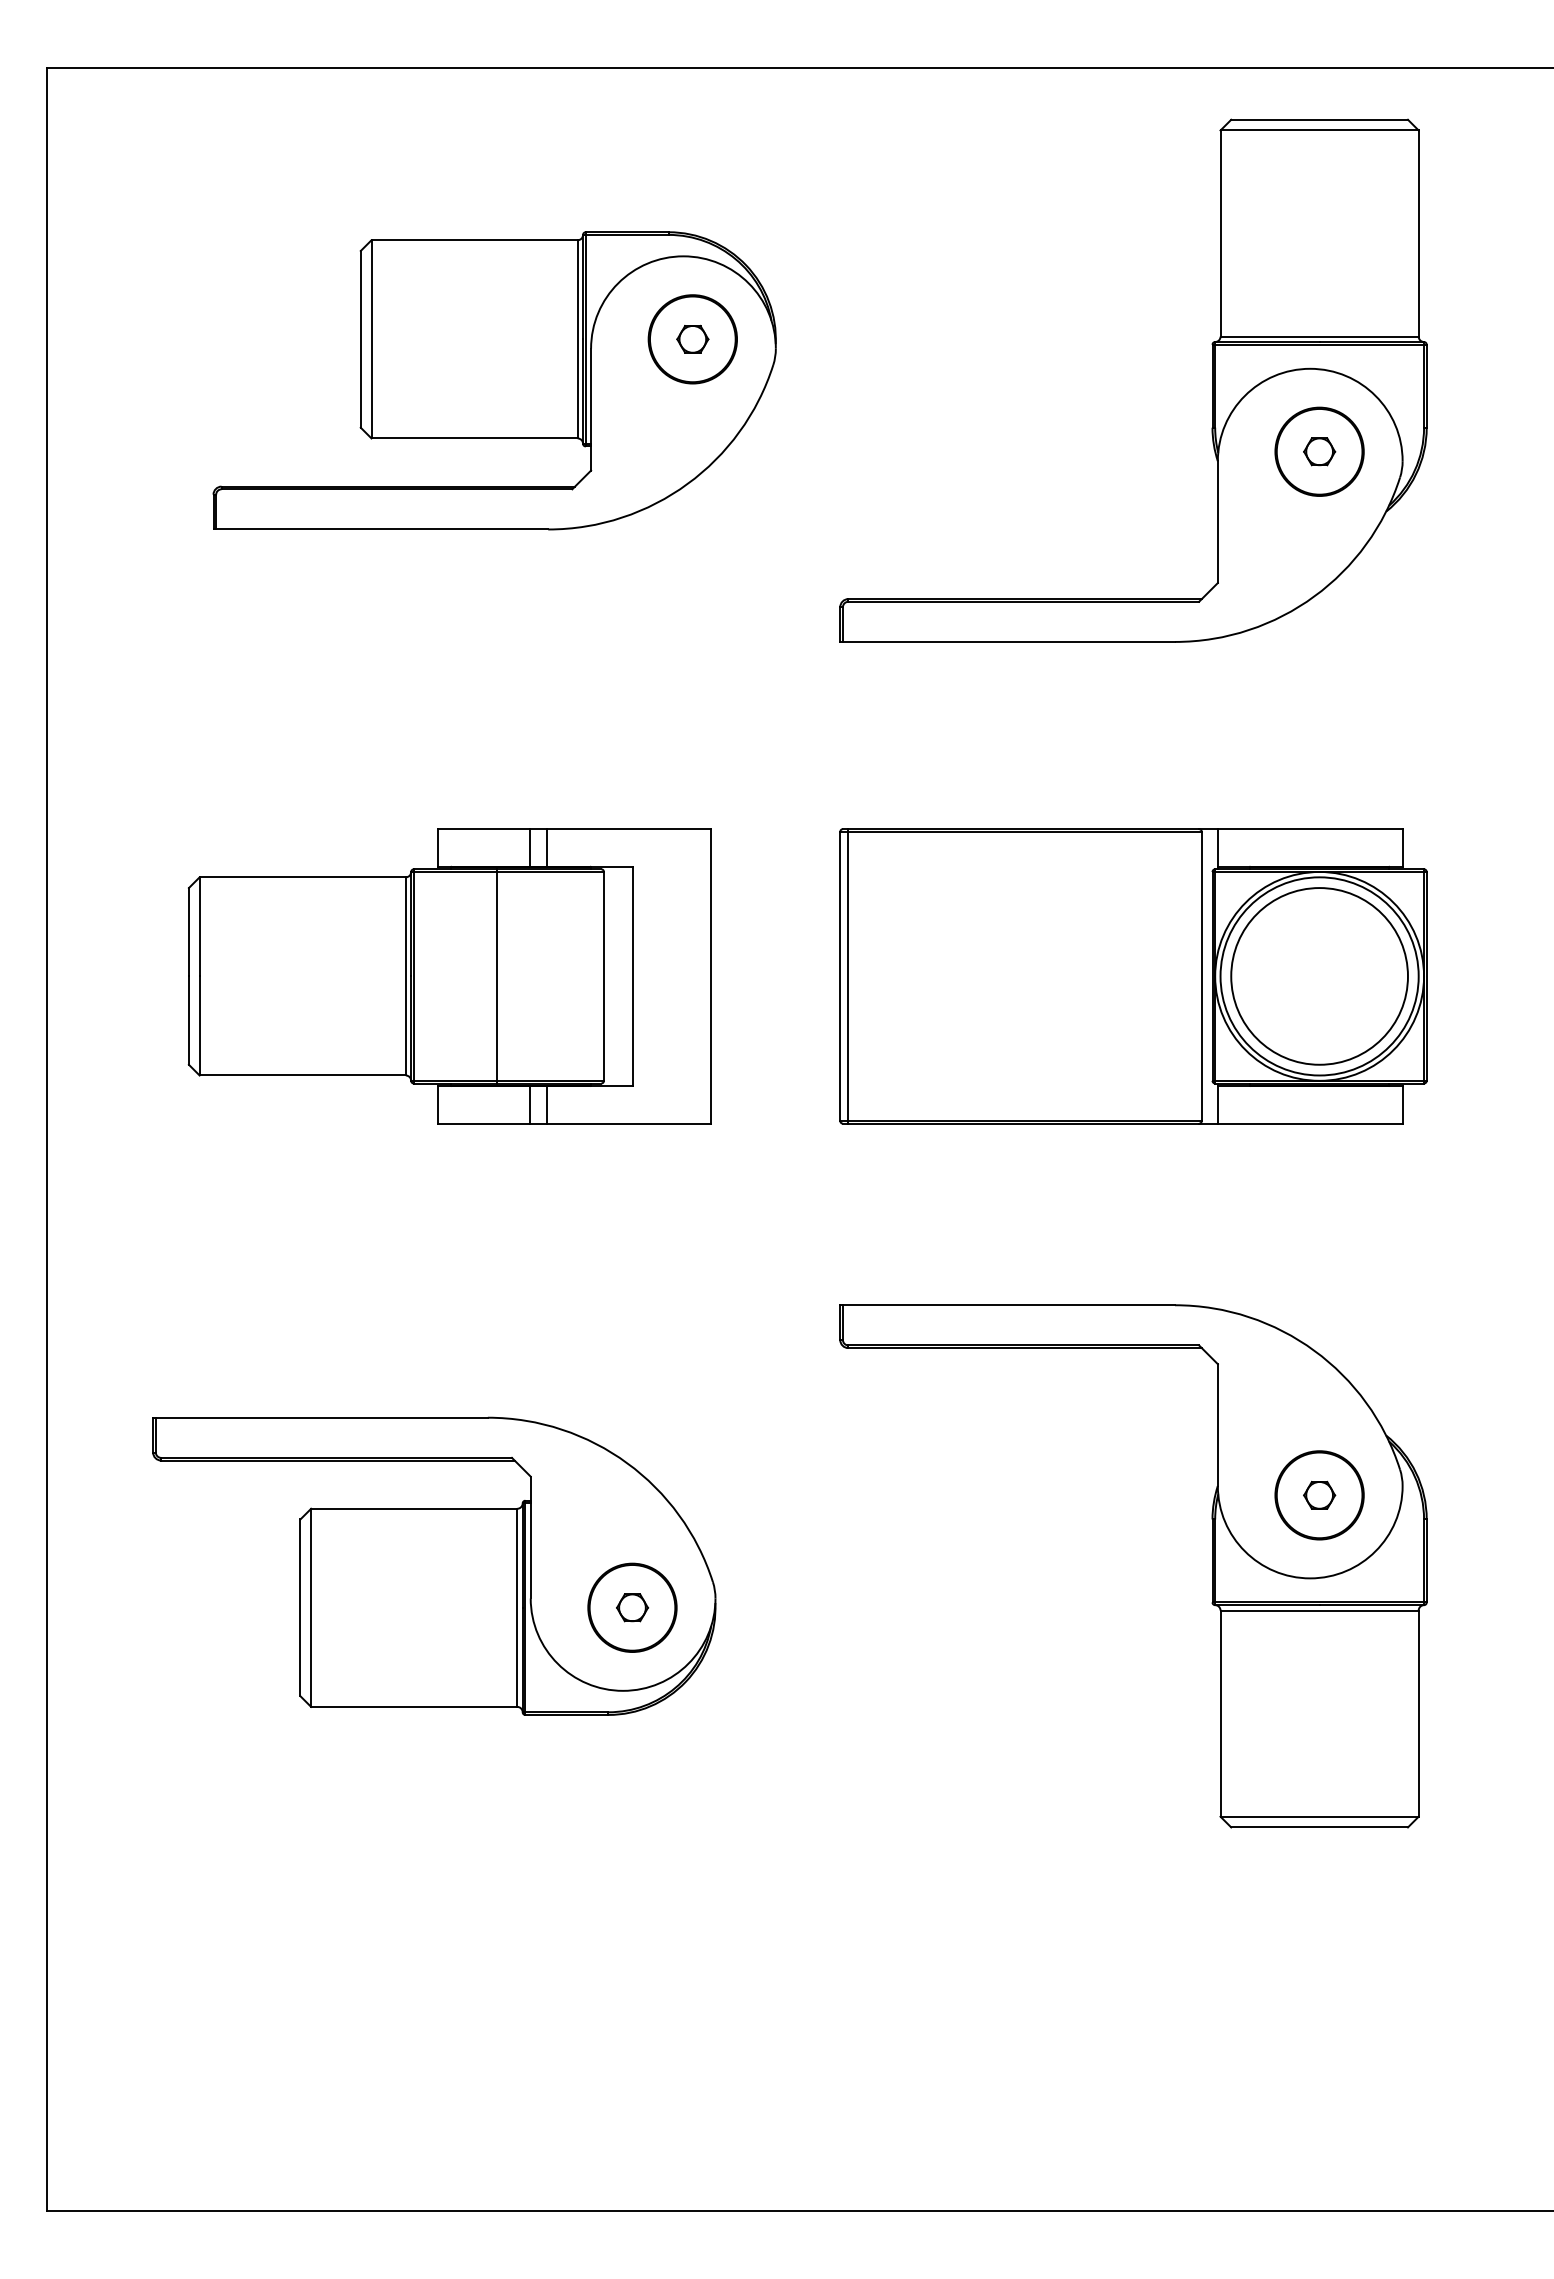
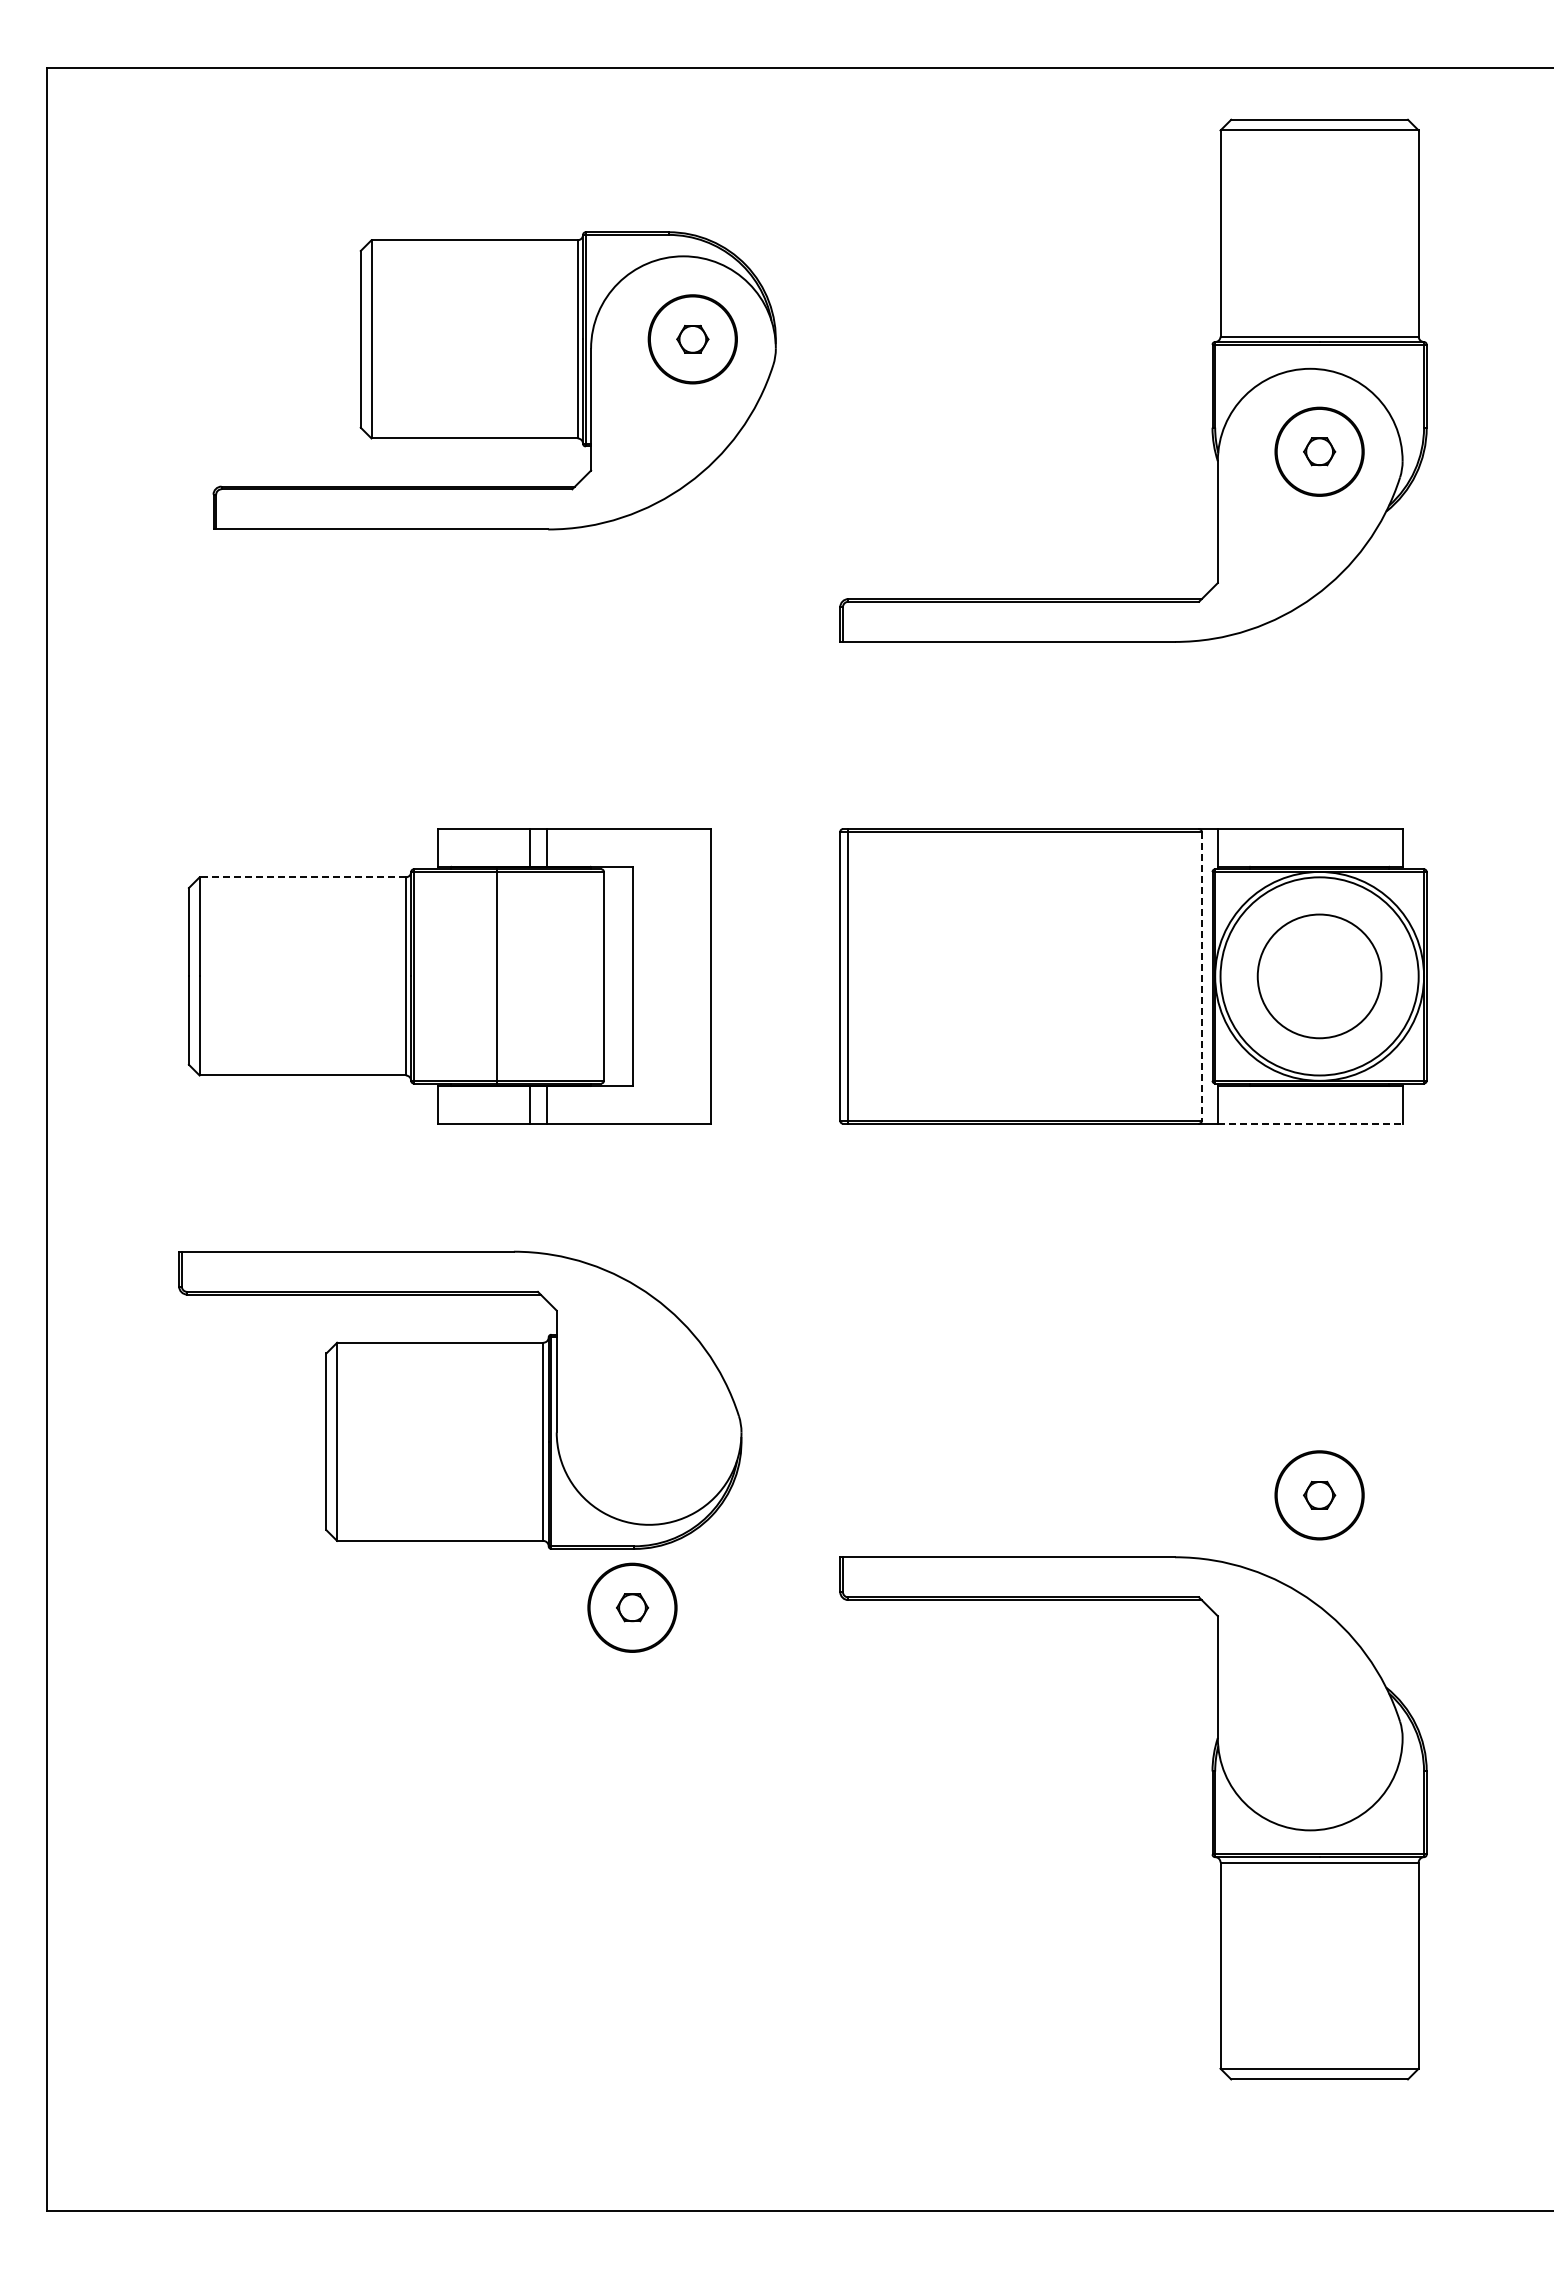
line at (302, 877): solid -> dashed
line at (1201, 976): solid -> dashed
circle at (1319, 976) diameter: 177 px -> 124 px
line at (1310, 1123): solid -> dashed
part at (434, 1565) position: (434, 1565) -> (460, 1399)
part at (1212, 1566) position: (1212, 1566) -> (1212, 1818)
